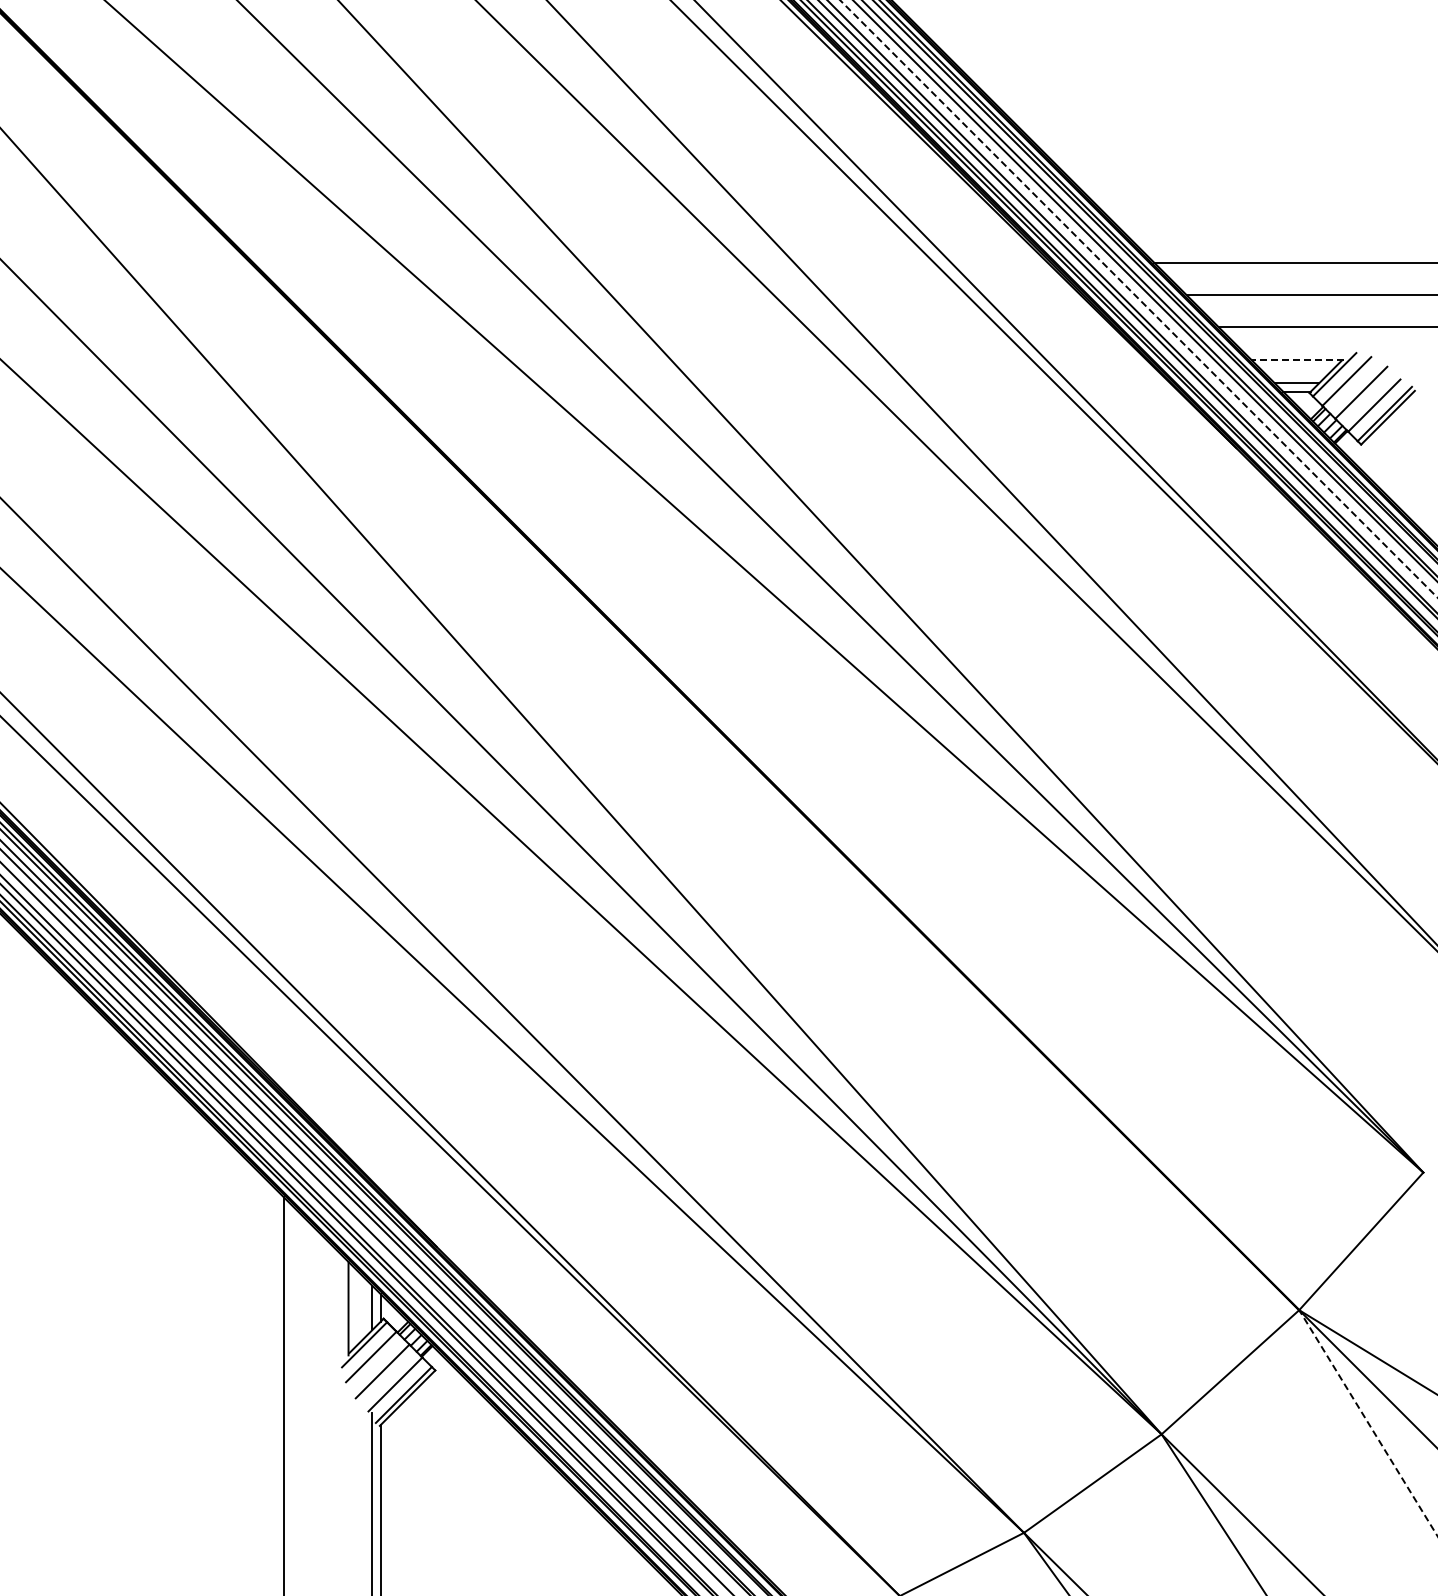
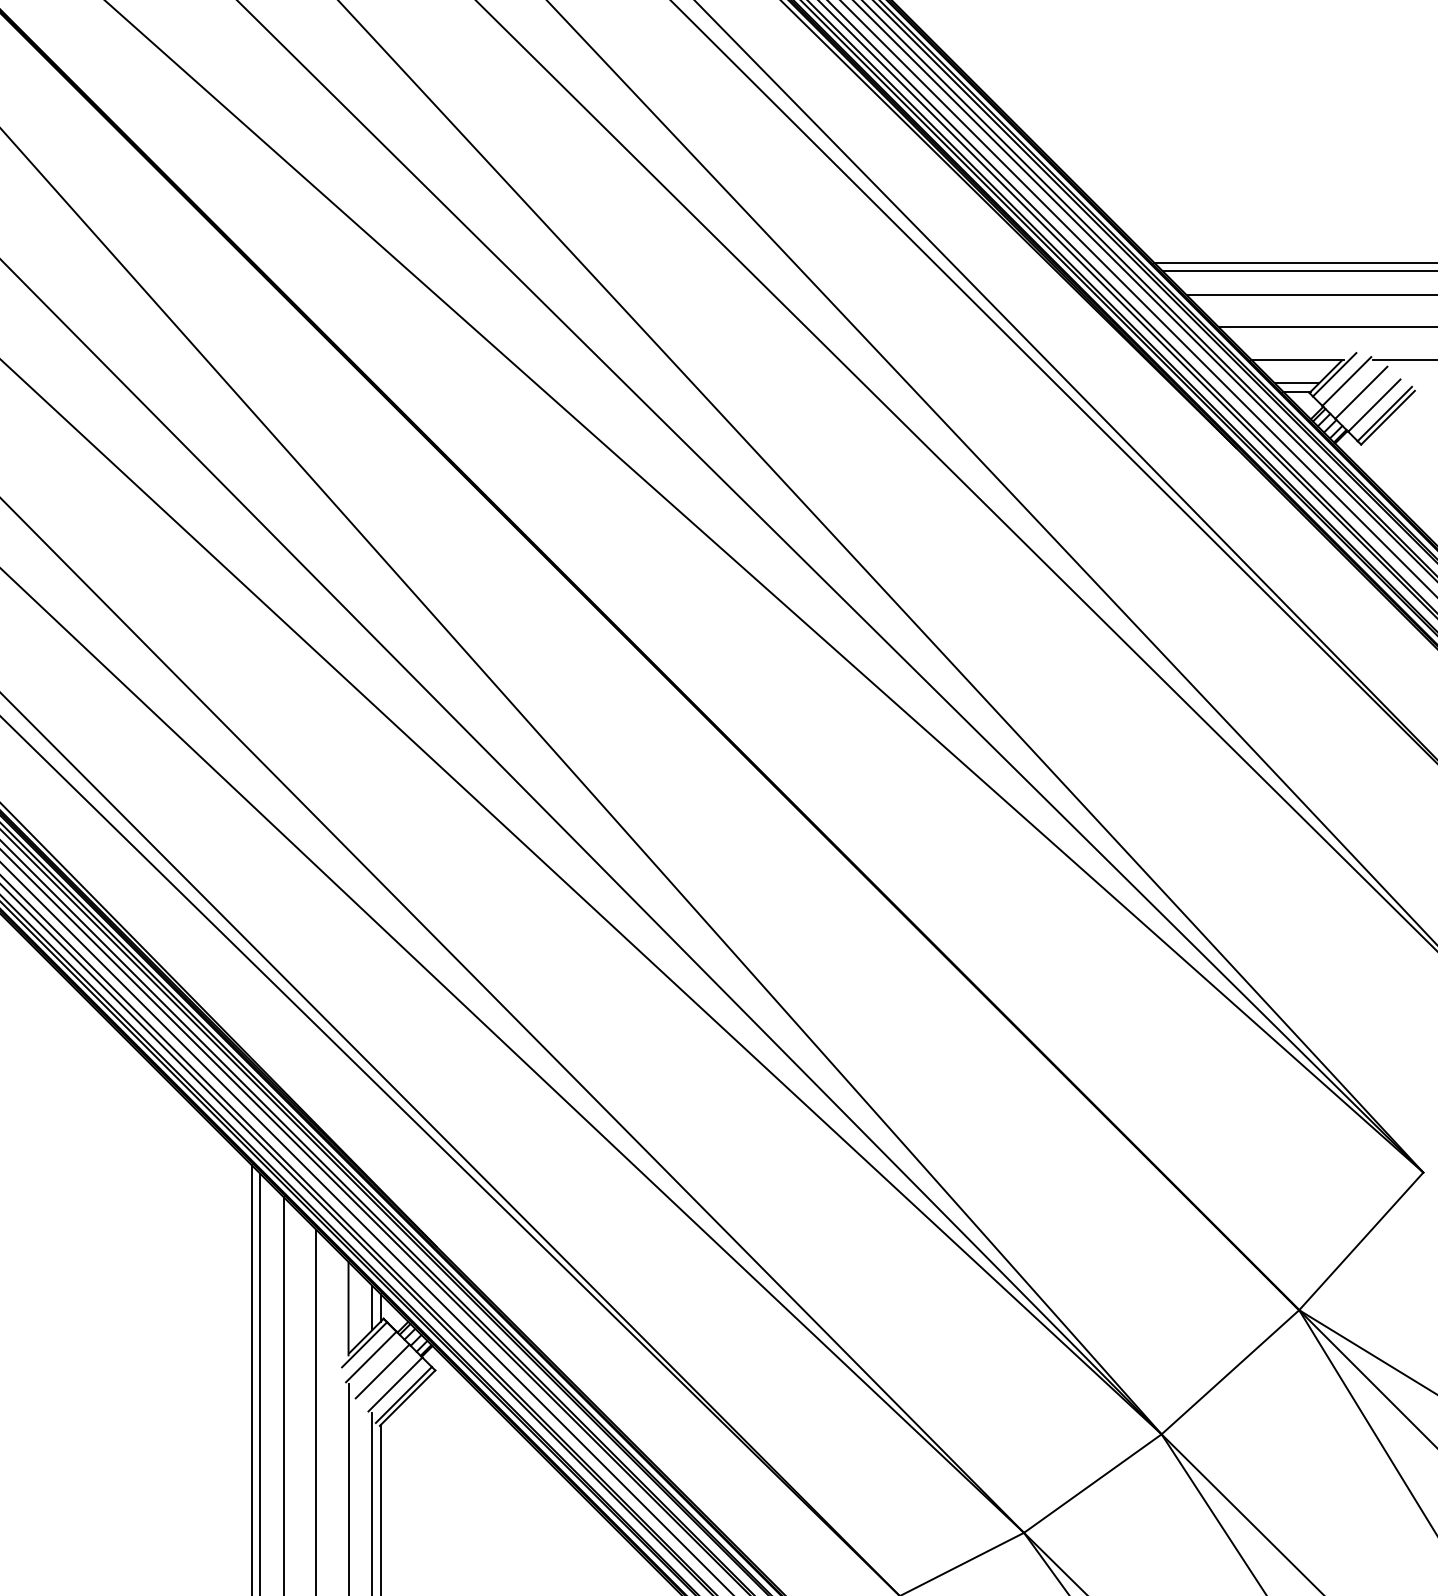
line at (1298, 271): none -> present
line at (1139, 299): dashed -> solid
line at (1297, 359): dashed -> solid
line at (1403, 359): none -> present
line at (251, 1378): none -> present
line at (260, 1382): none -> present
line at (316, 1410): none -> present
line at (1368, 1423): dashed -> solid
line at (348, 1488): none -> present
